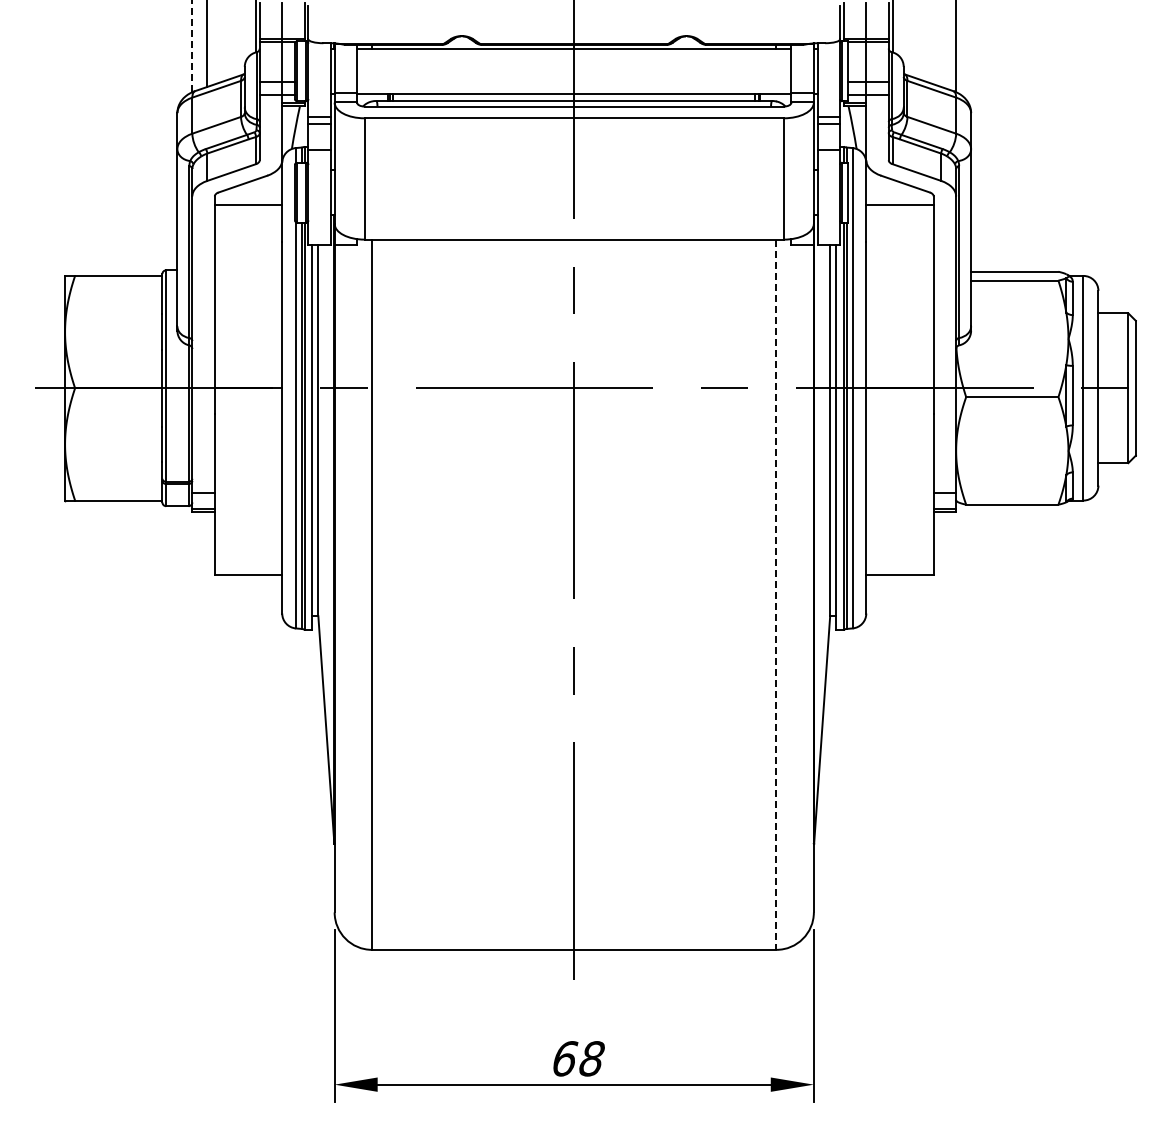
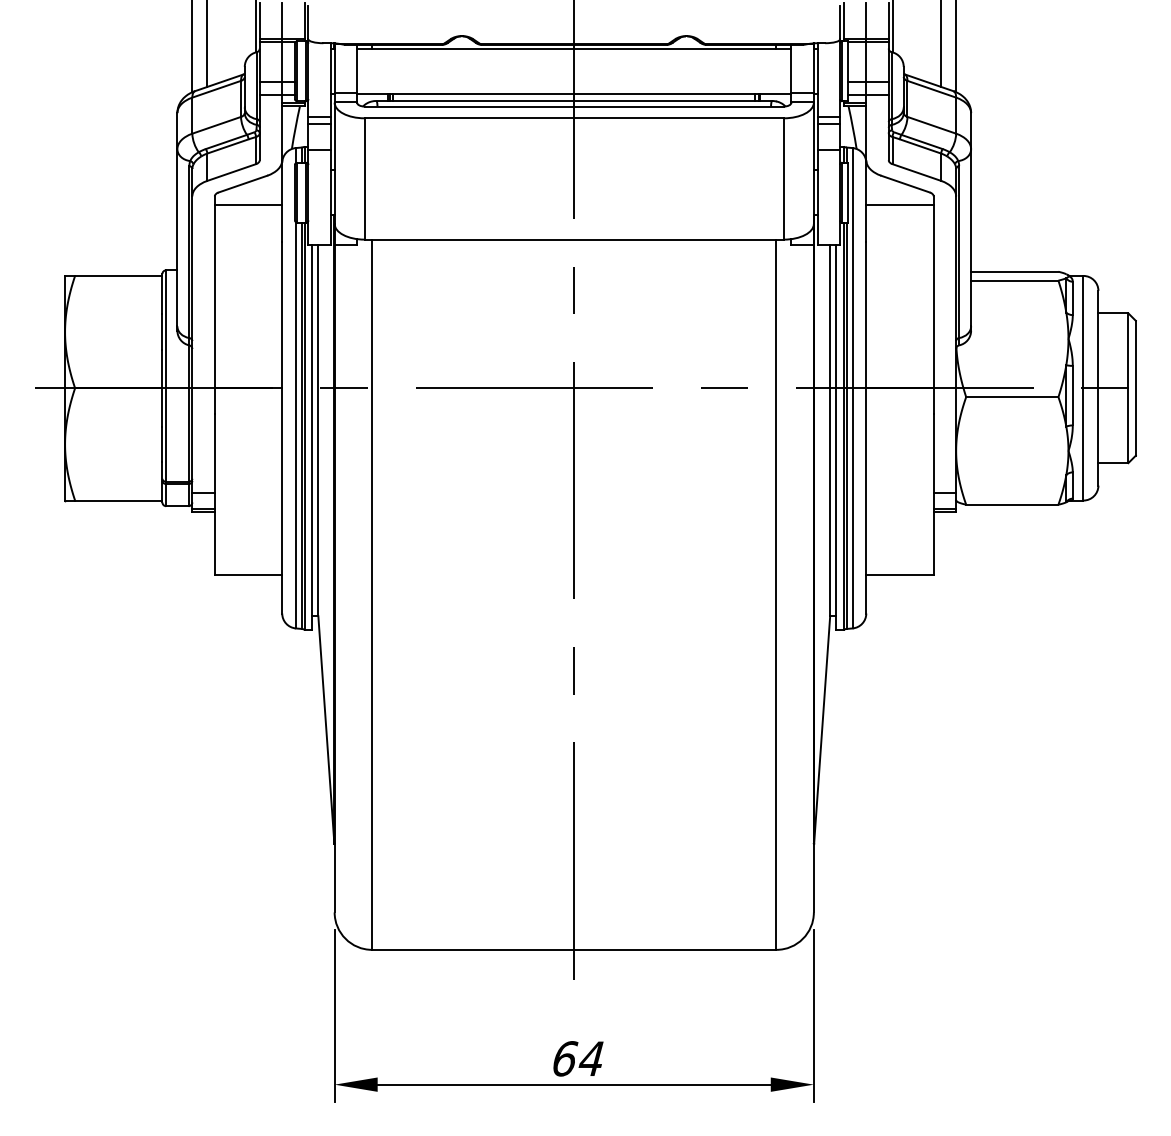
line at (941, 44): none -> present
line at (192, 46): dashed -> solid
line at (776, 595): dashed -> solid
text at (591, 1058): 68 -> 64
